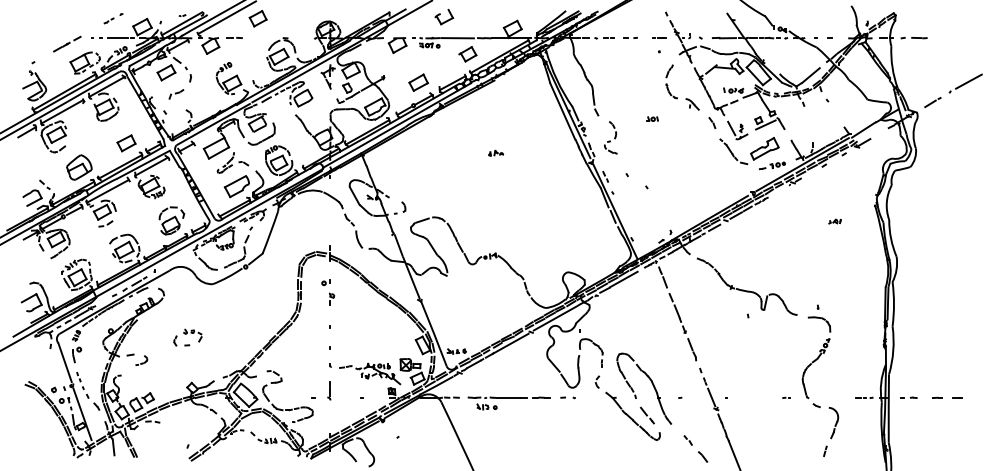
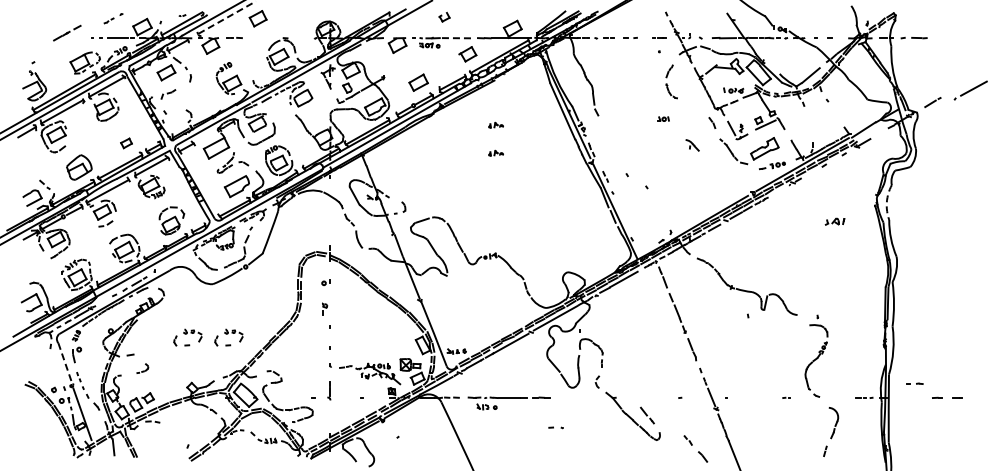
line at (227, 17): solid -> dashed
part at (444, 17) size: 21x17 px -> 13x12 px
line at (457, 38): solid -> dashed
line at (67, 43) position: (67, 43) -> (67, 32)
line at (965, 83) position: (965, 83) -> (970, 90)
part at (176, 94) position: (176, 94) -> (168, 94)
part at (692, 104) position: (692, 104) -> (692, 145)
part at (652, 118) position: (652, 118) -> (663, 118)
part at (495, 124): none -> present
part at (610, 137): present -> none
part at (126, 143) size: 21x19 px -> 13x13 px
arc at (886, 202): solid -> dashed
part at (834, 221) size: 14x7 px -> 22x9 px
part at (332, 298) position: (332, 298) -> (325, 308)
part at (228, 337): none -> present
part at (816, 355) size: 31x104 px -> 25x84 px
part at (141, 360) position: (141, 360) -> (142, 368)
line at (65, 362): solid -> dashed
part at (652, 385): present -> none
part at (567, 397) position: (567, 397) -> (555, 427)
part at (908, 397) position: (908, 397) -> (914, 383)
